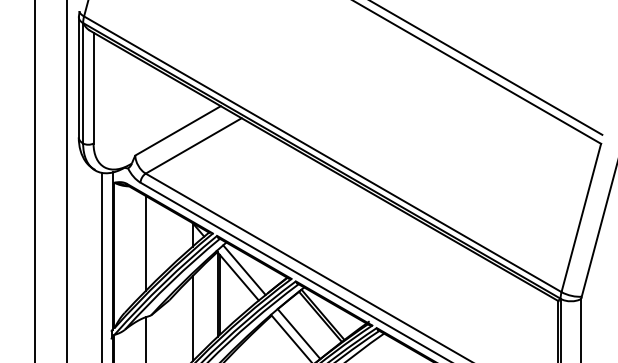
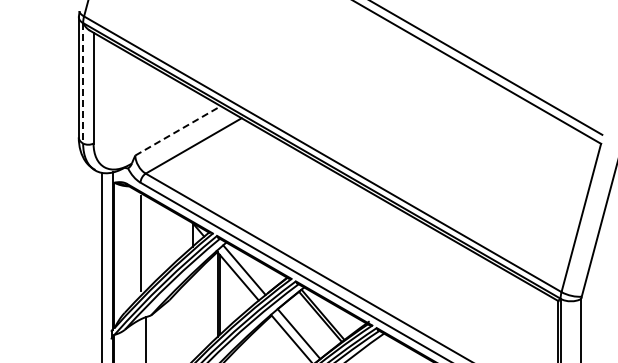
line at (83, 83): solid -> dashed
line at (178, 130): solid -> dashed
line at (35, 180): present -> none
line at (67, 180): present -> none
line at (145, 242) position: (145, 242) -> (140, 242)
line at (192, 317): present -> none
